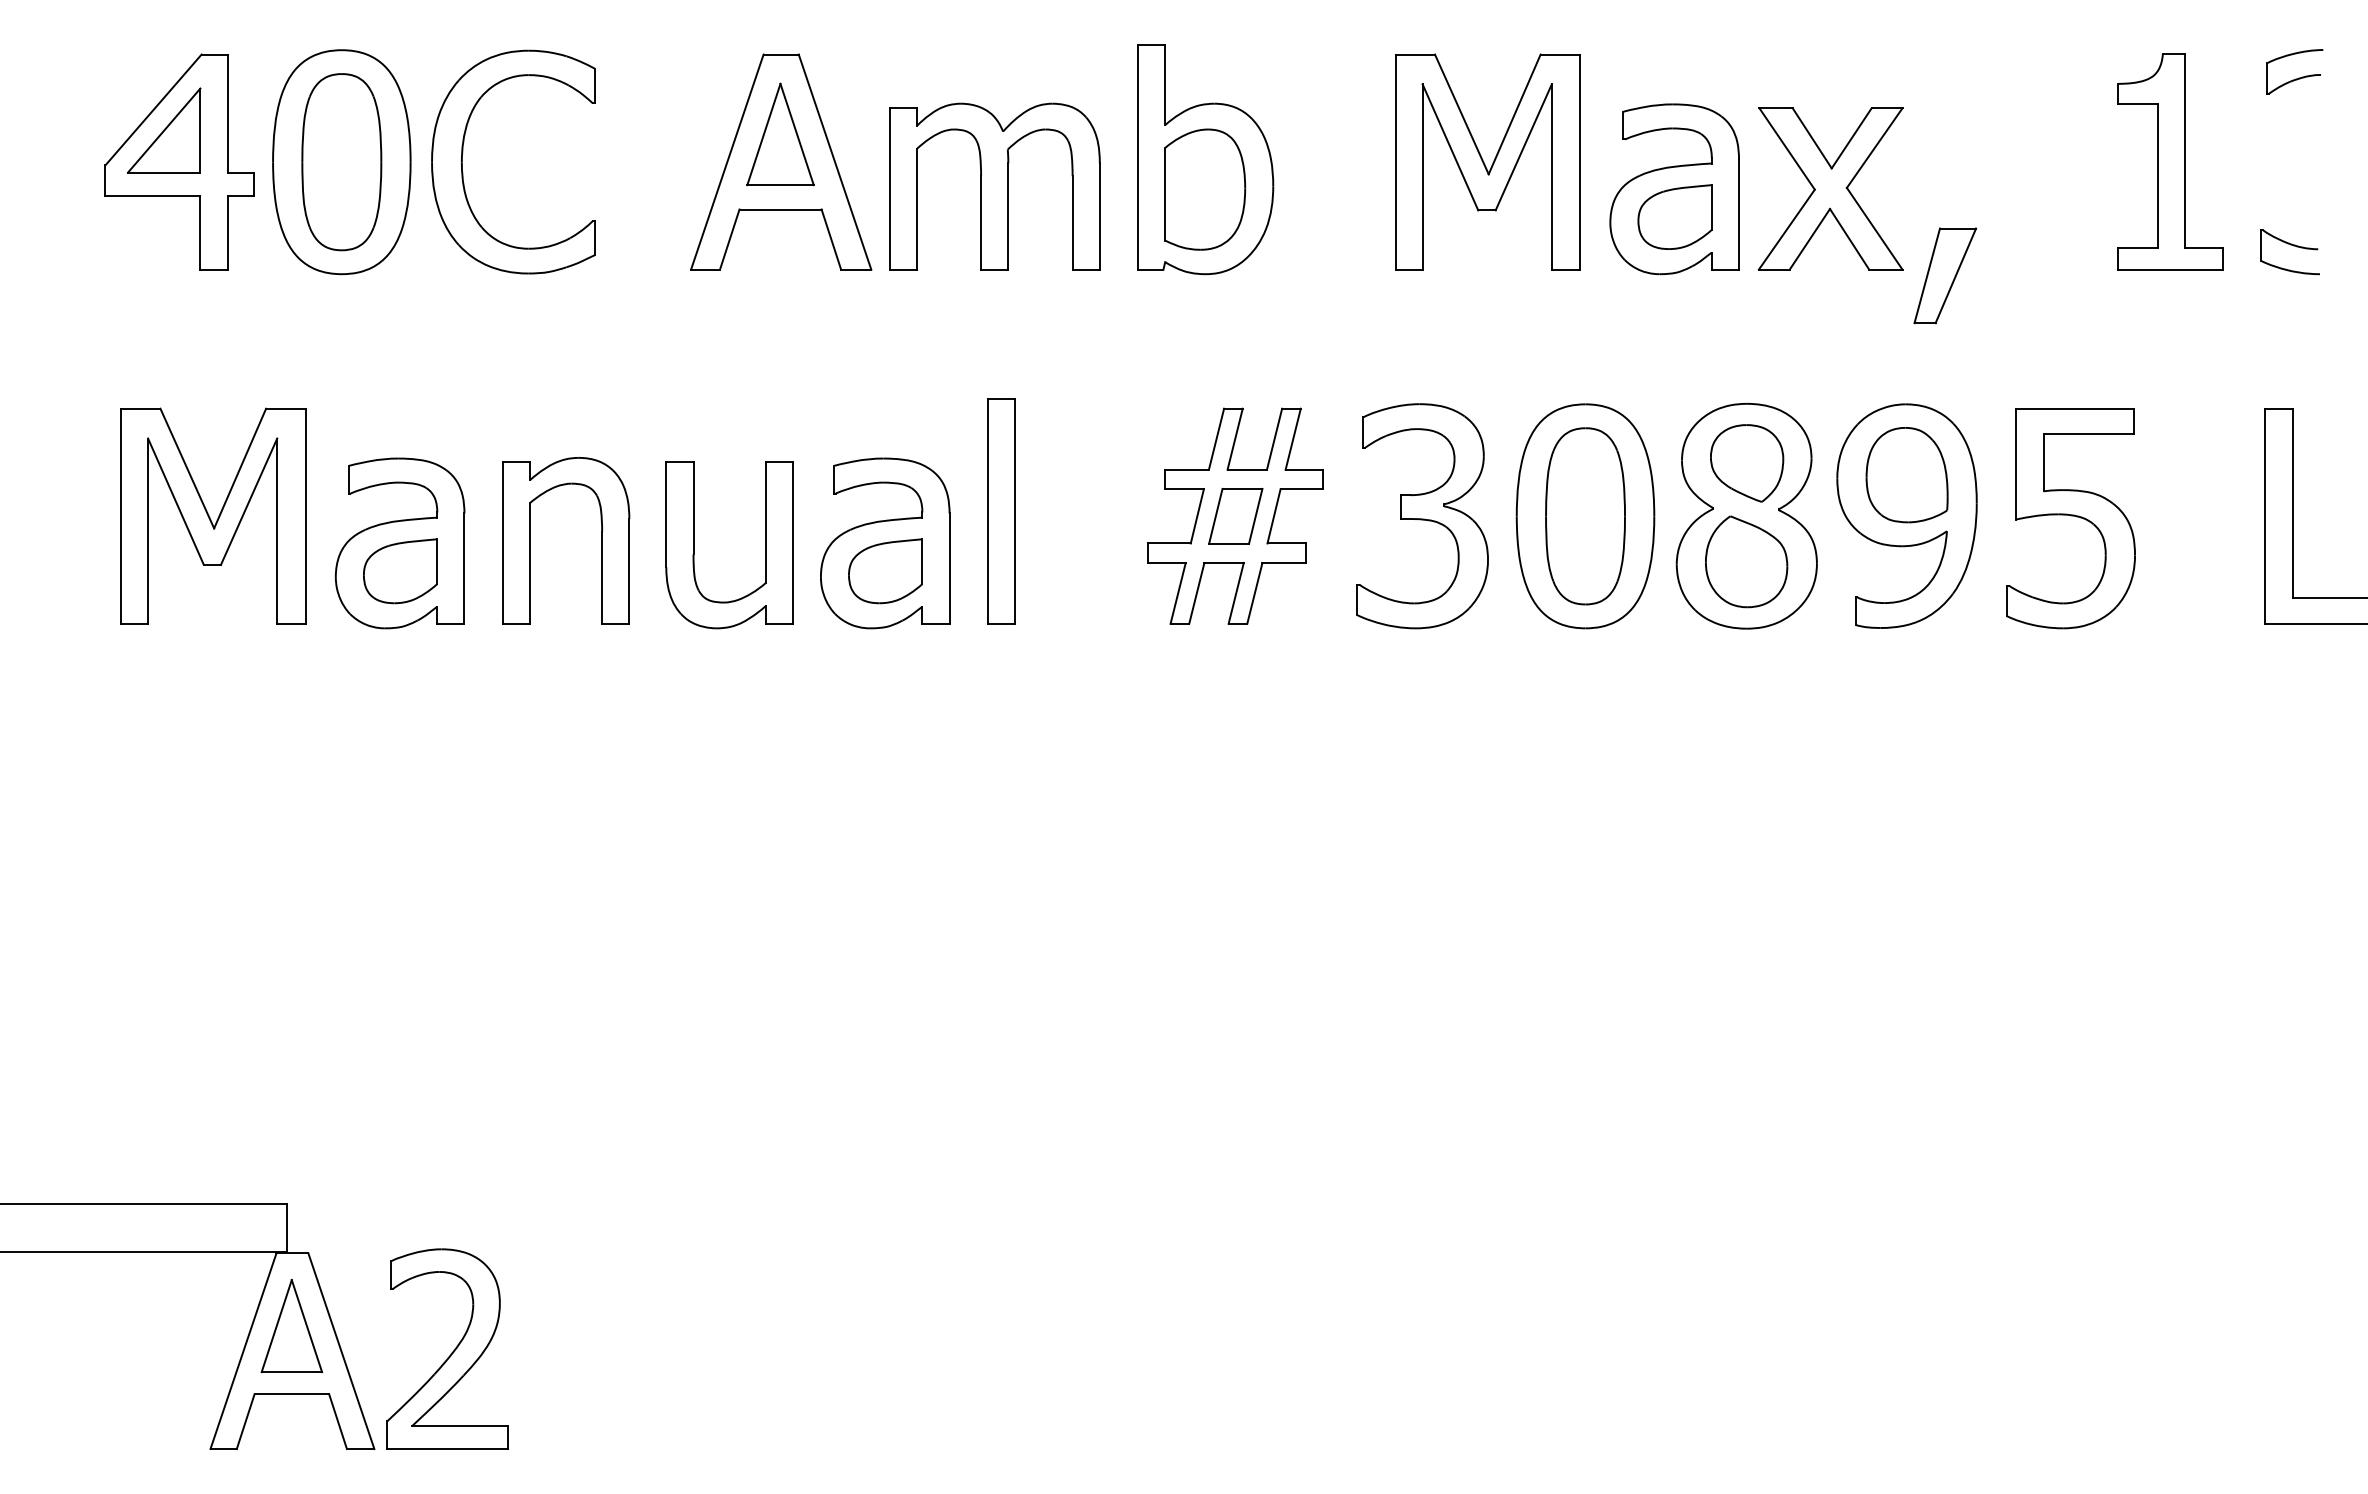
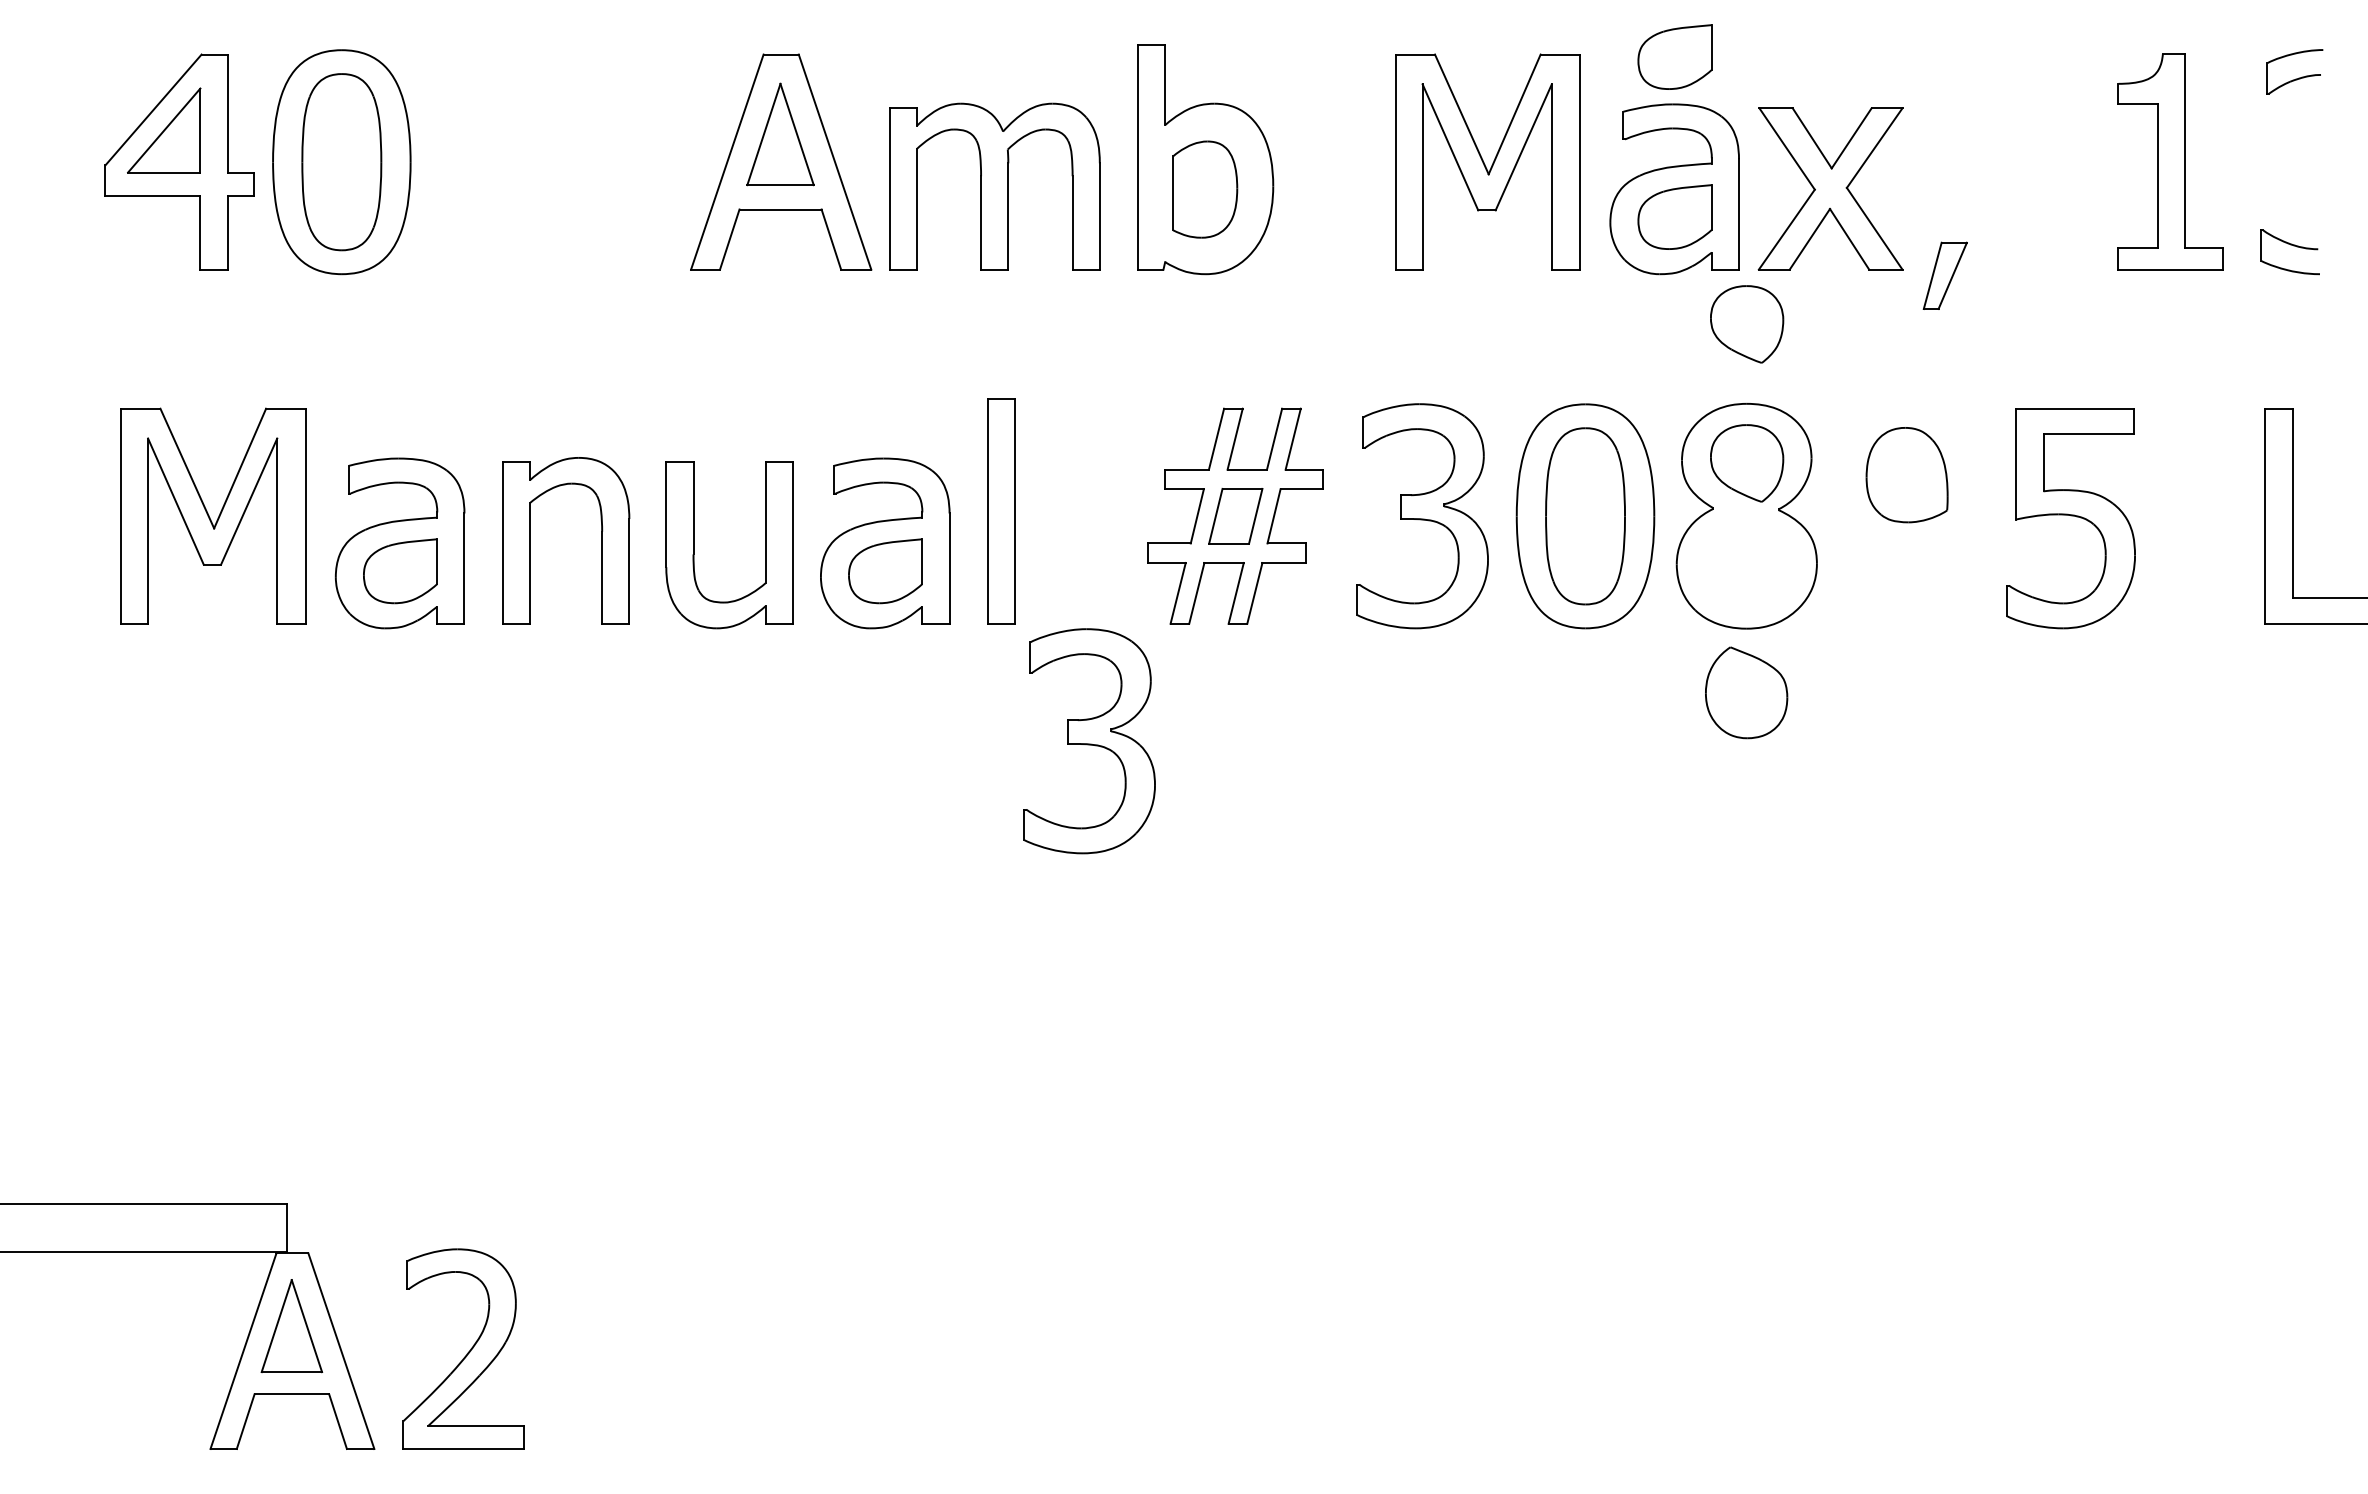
part at (1674, 56): none -> present
part at (463, 152): present -> none
part at (1205, 189) size: 83x123 px -> 67x99 px
part at (1945, 275) size: 65x98 px -> 46x69 px
part at (1747, 324): none -> present
part at (1906, 515): present -> none
part at (1746, 561) position: (1746, 561) -> (1746, 692)
part at (1089, 741): none -> present
part at (447, 1348) position: (447, 1348) -> (463, 1348)
